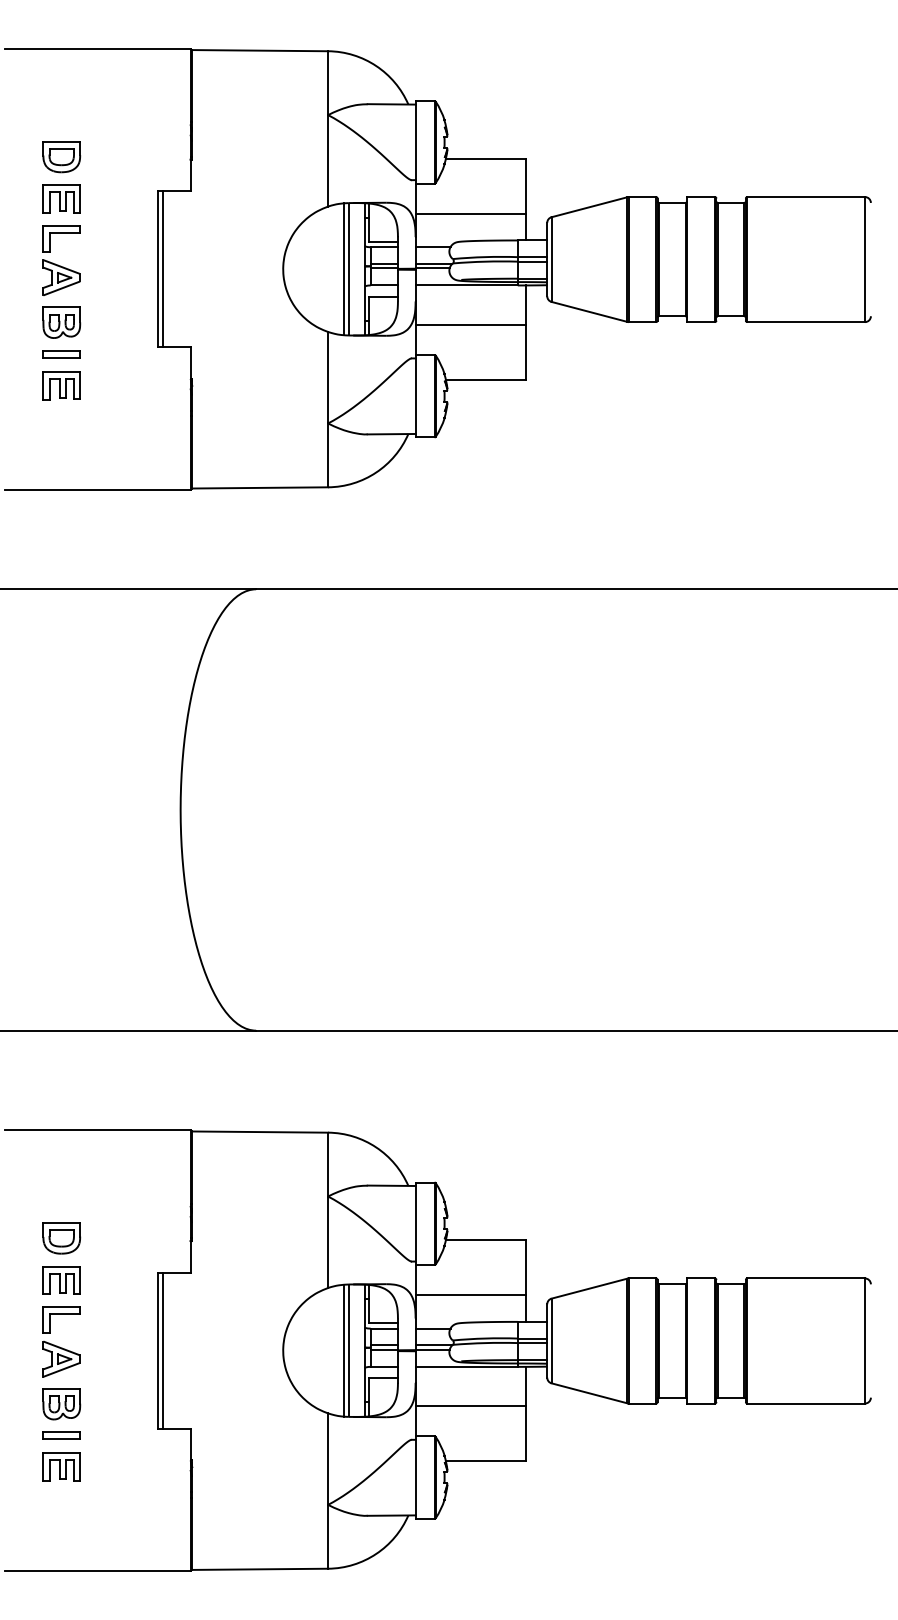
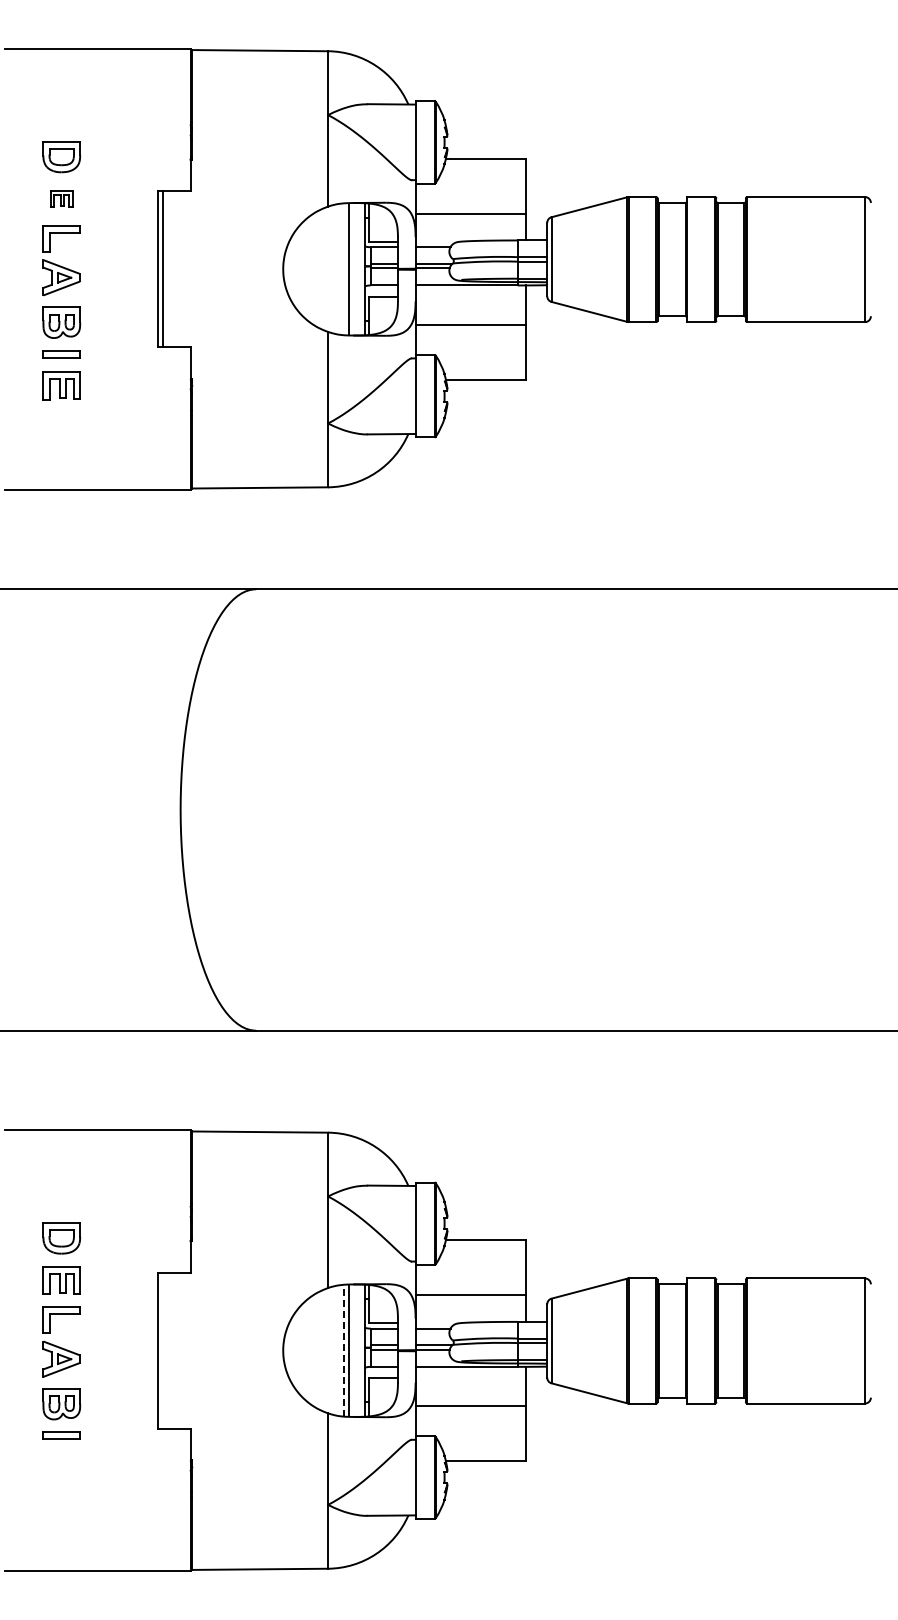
part at (61, 198) size: 39x30 px -> 24x18 px
line at (344, 269): present -> none
line at (162, 1350): present -> none
line at (344, 1350): solid -> dashed
part at (61, 1466): present -> none
